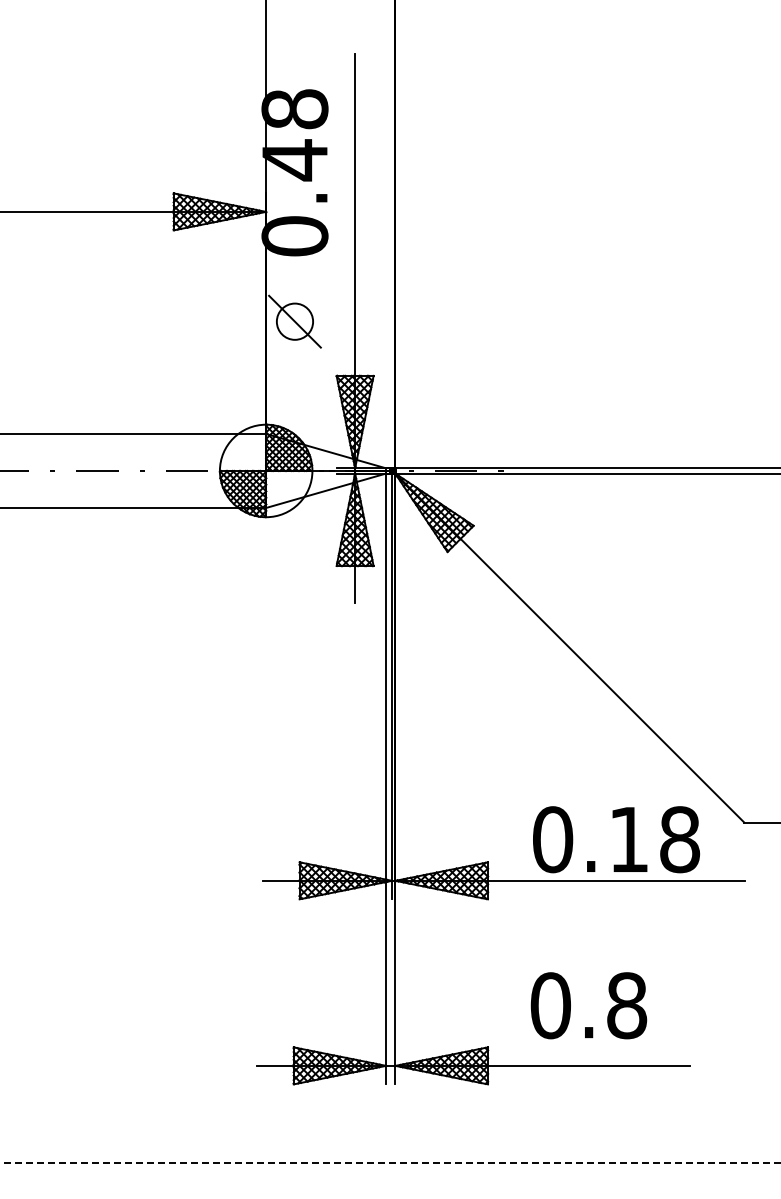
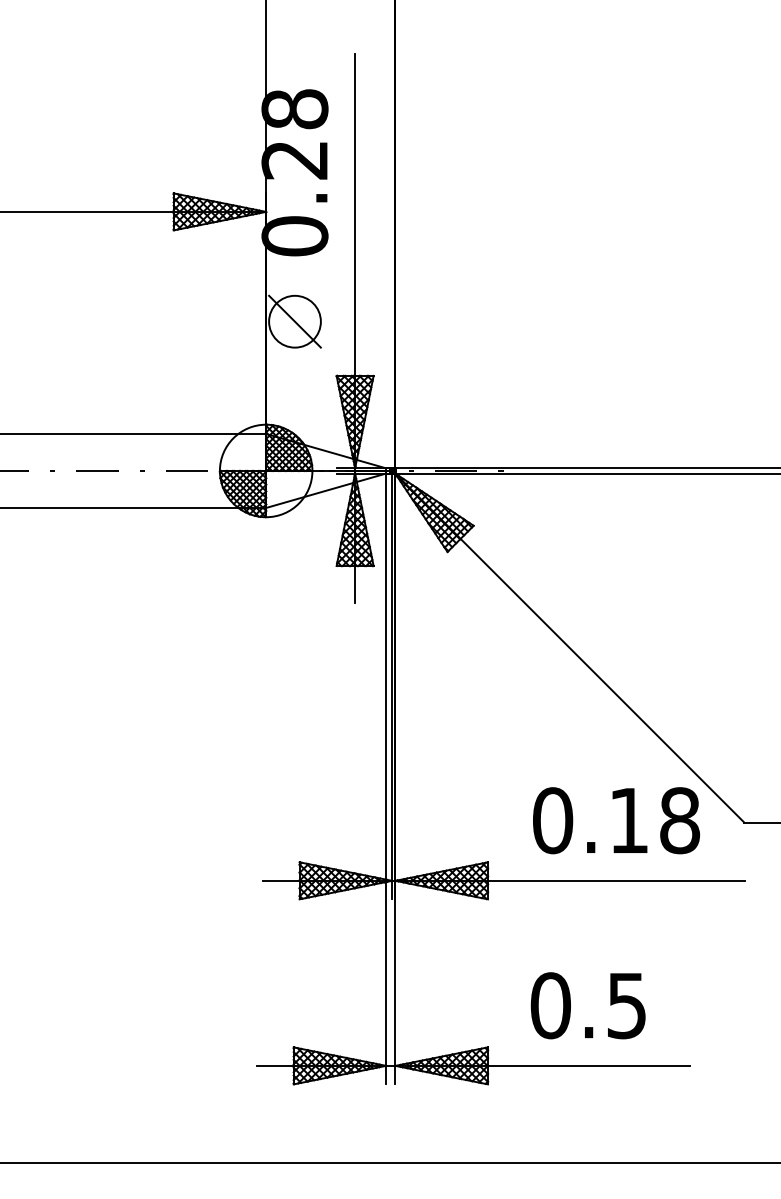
text at (294, 160): 0.48 -> 0.28
circle at (294, 321) diameter: 36 px -> 52 px
text at (616, 839) position: (616, 839) -> (616, 820)
text at (627, 1005): 0.8 -> 0.5
line at (390, 1163): dashed -> solid
